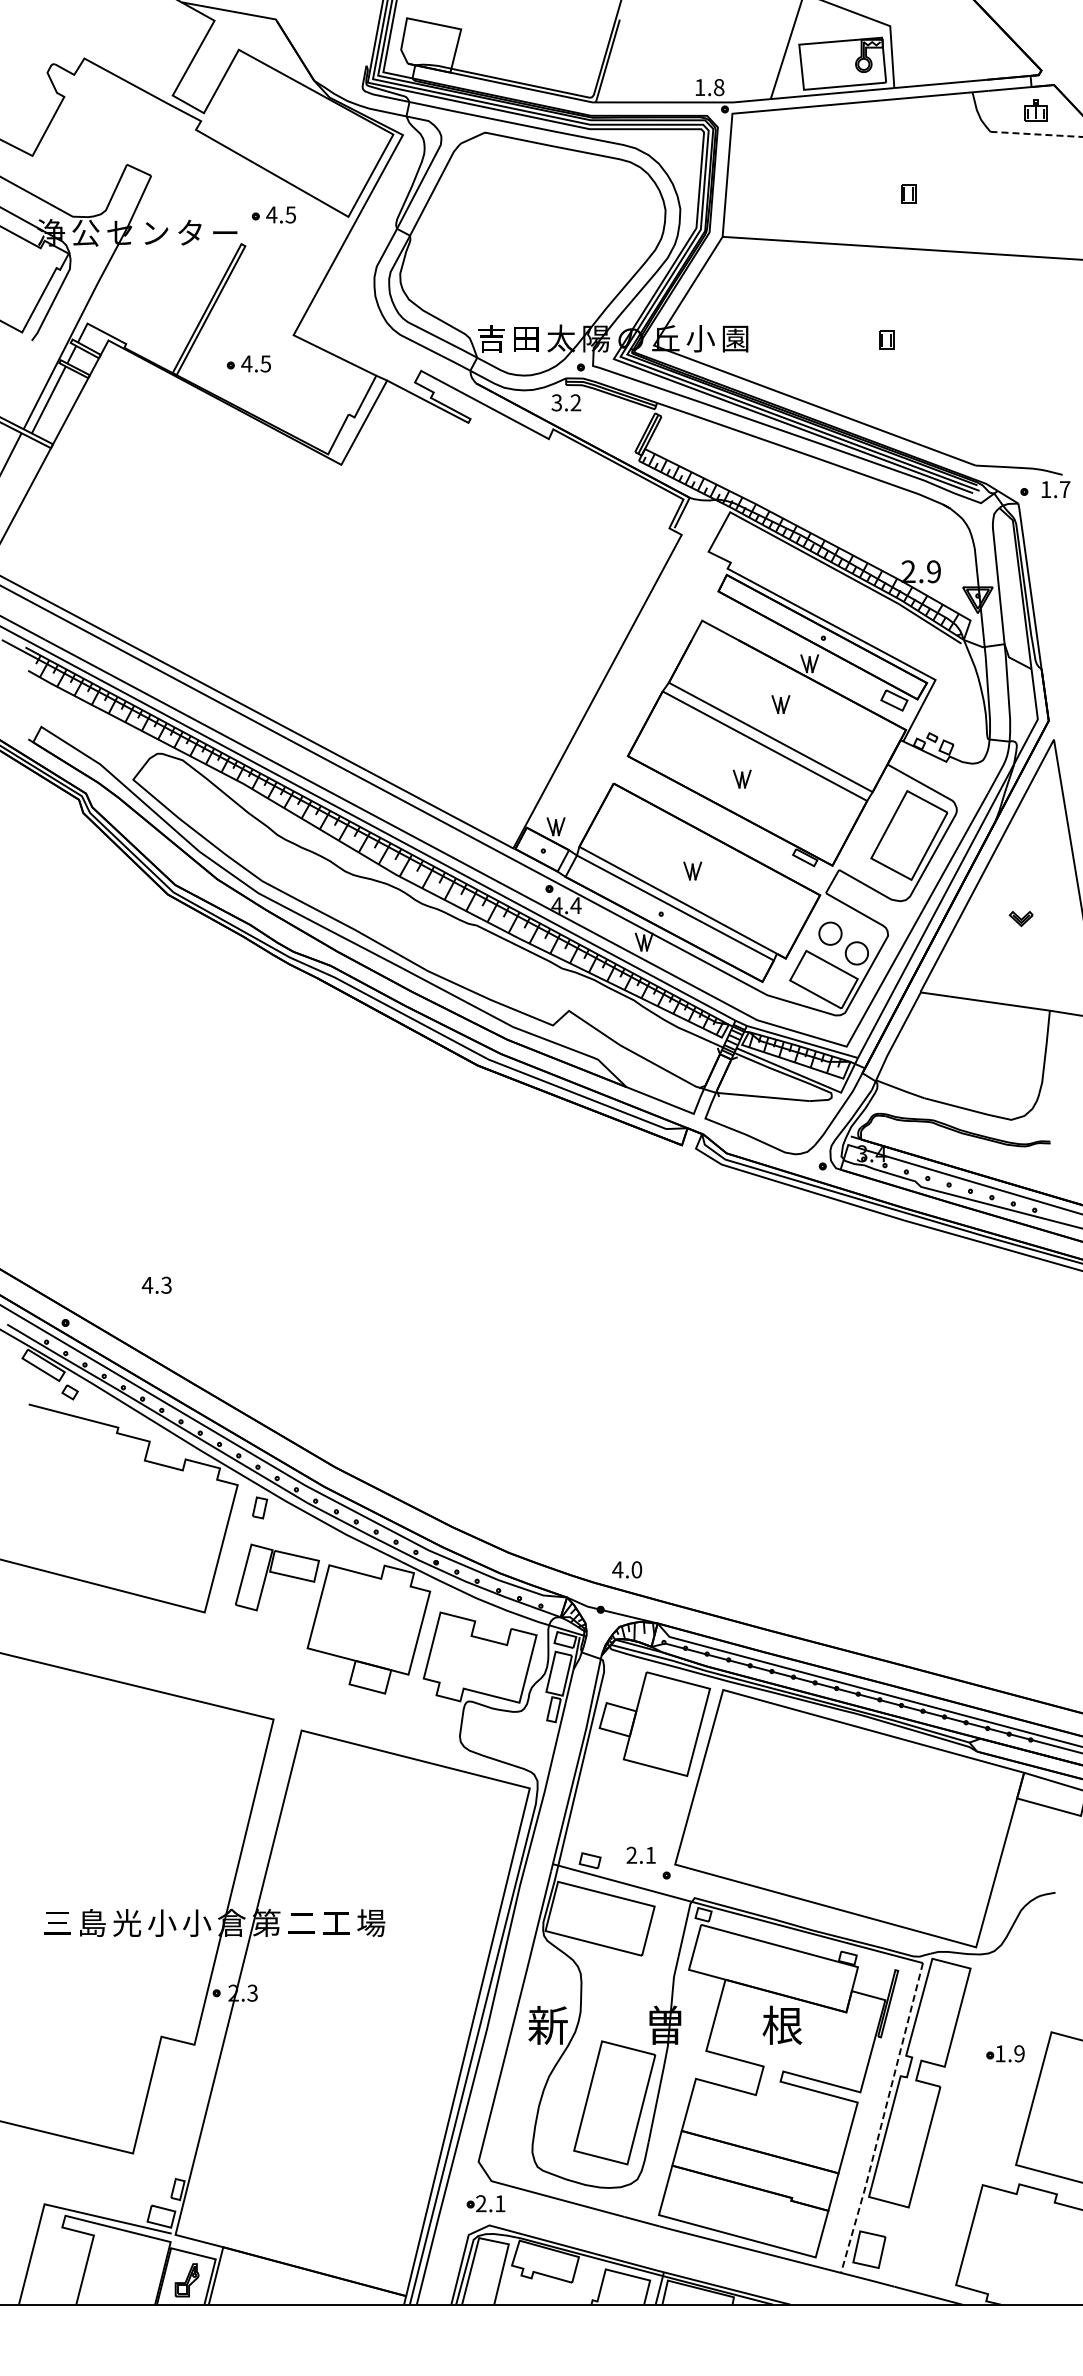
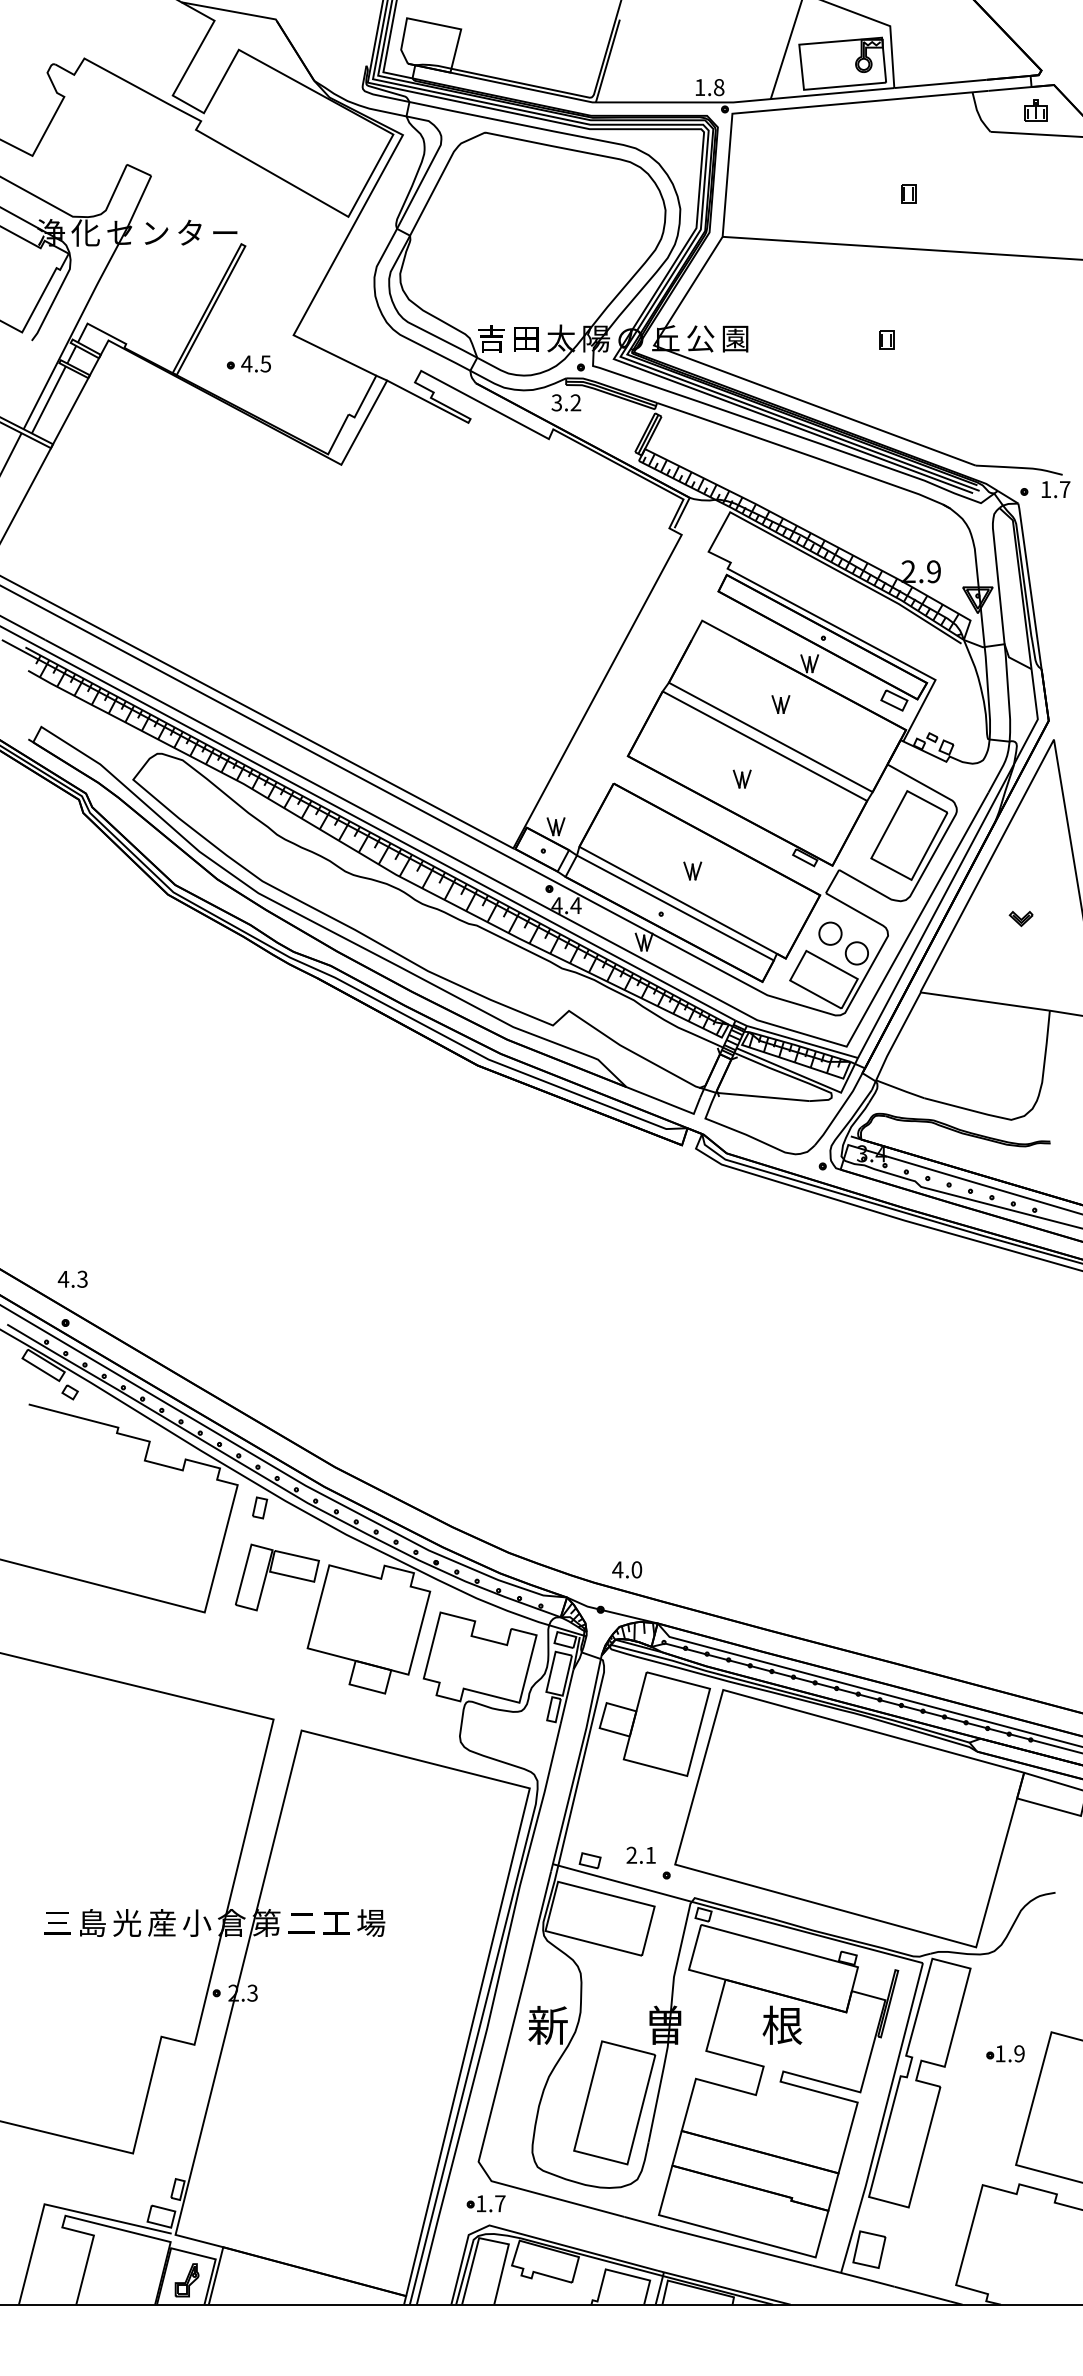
line at (1036, 134): dashed -> solid
part at (273, 214): present -> none
text at (85, 232): 公 -> 化
text at (700, 338): 小 -> 公
text at (156, 1284) position: (156, 1284) -> (72, 1278)
text at (162, 1922): 小 -> 産
line at (882, 2119): dashed -> solid
text at (490, 2203): 2.1 -> 1.7
